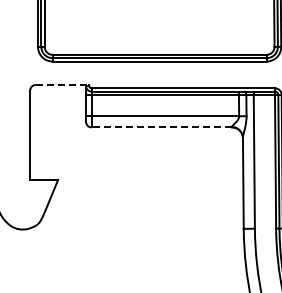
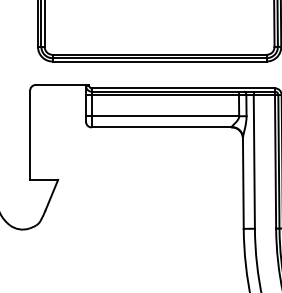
line at (62, 84): dashed -> solid
line at (161, 127): dashed -> solid
